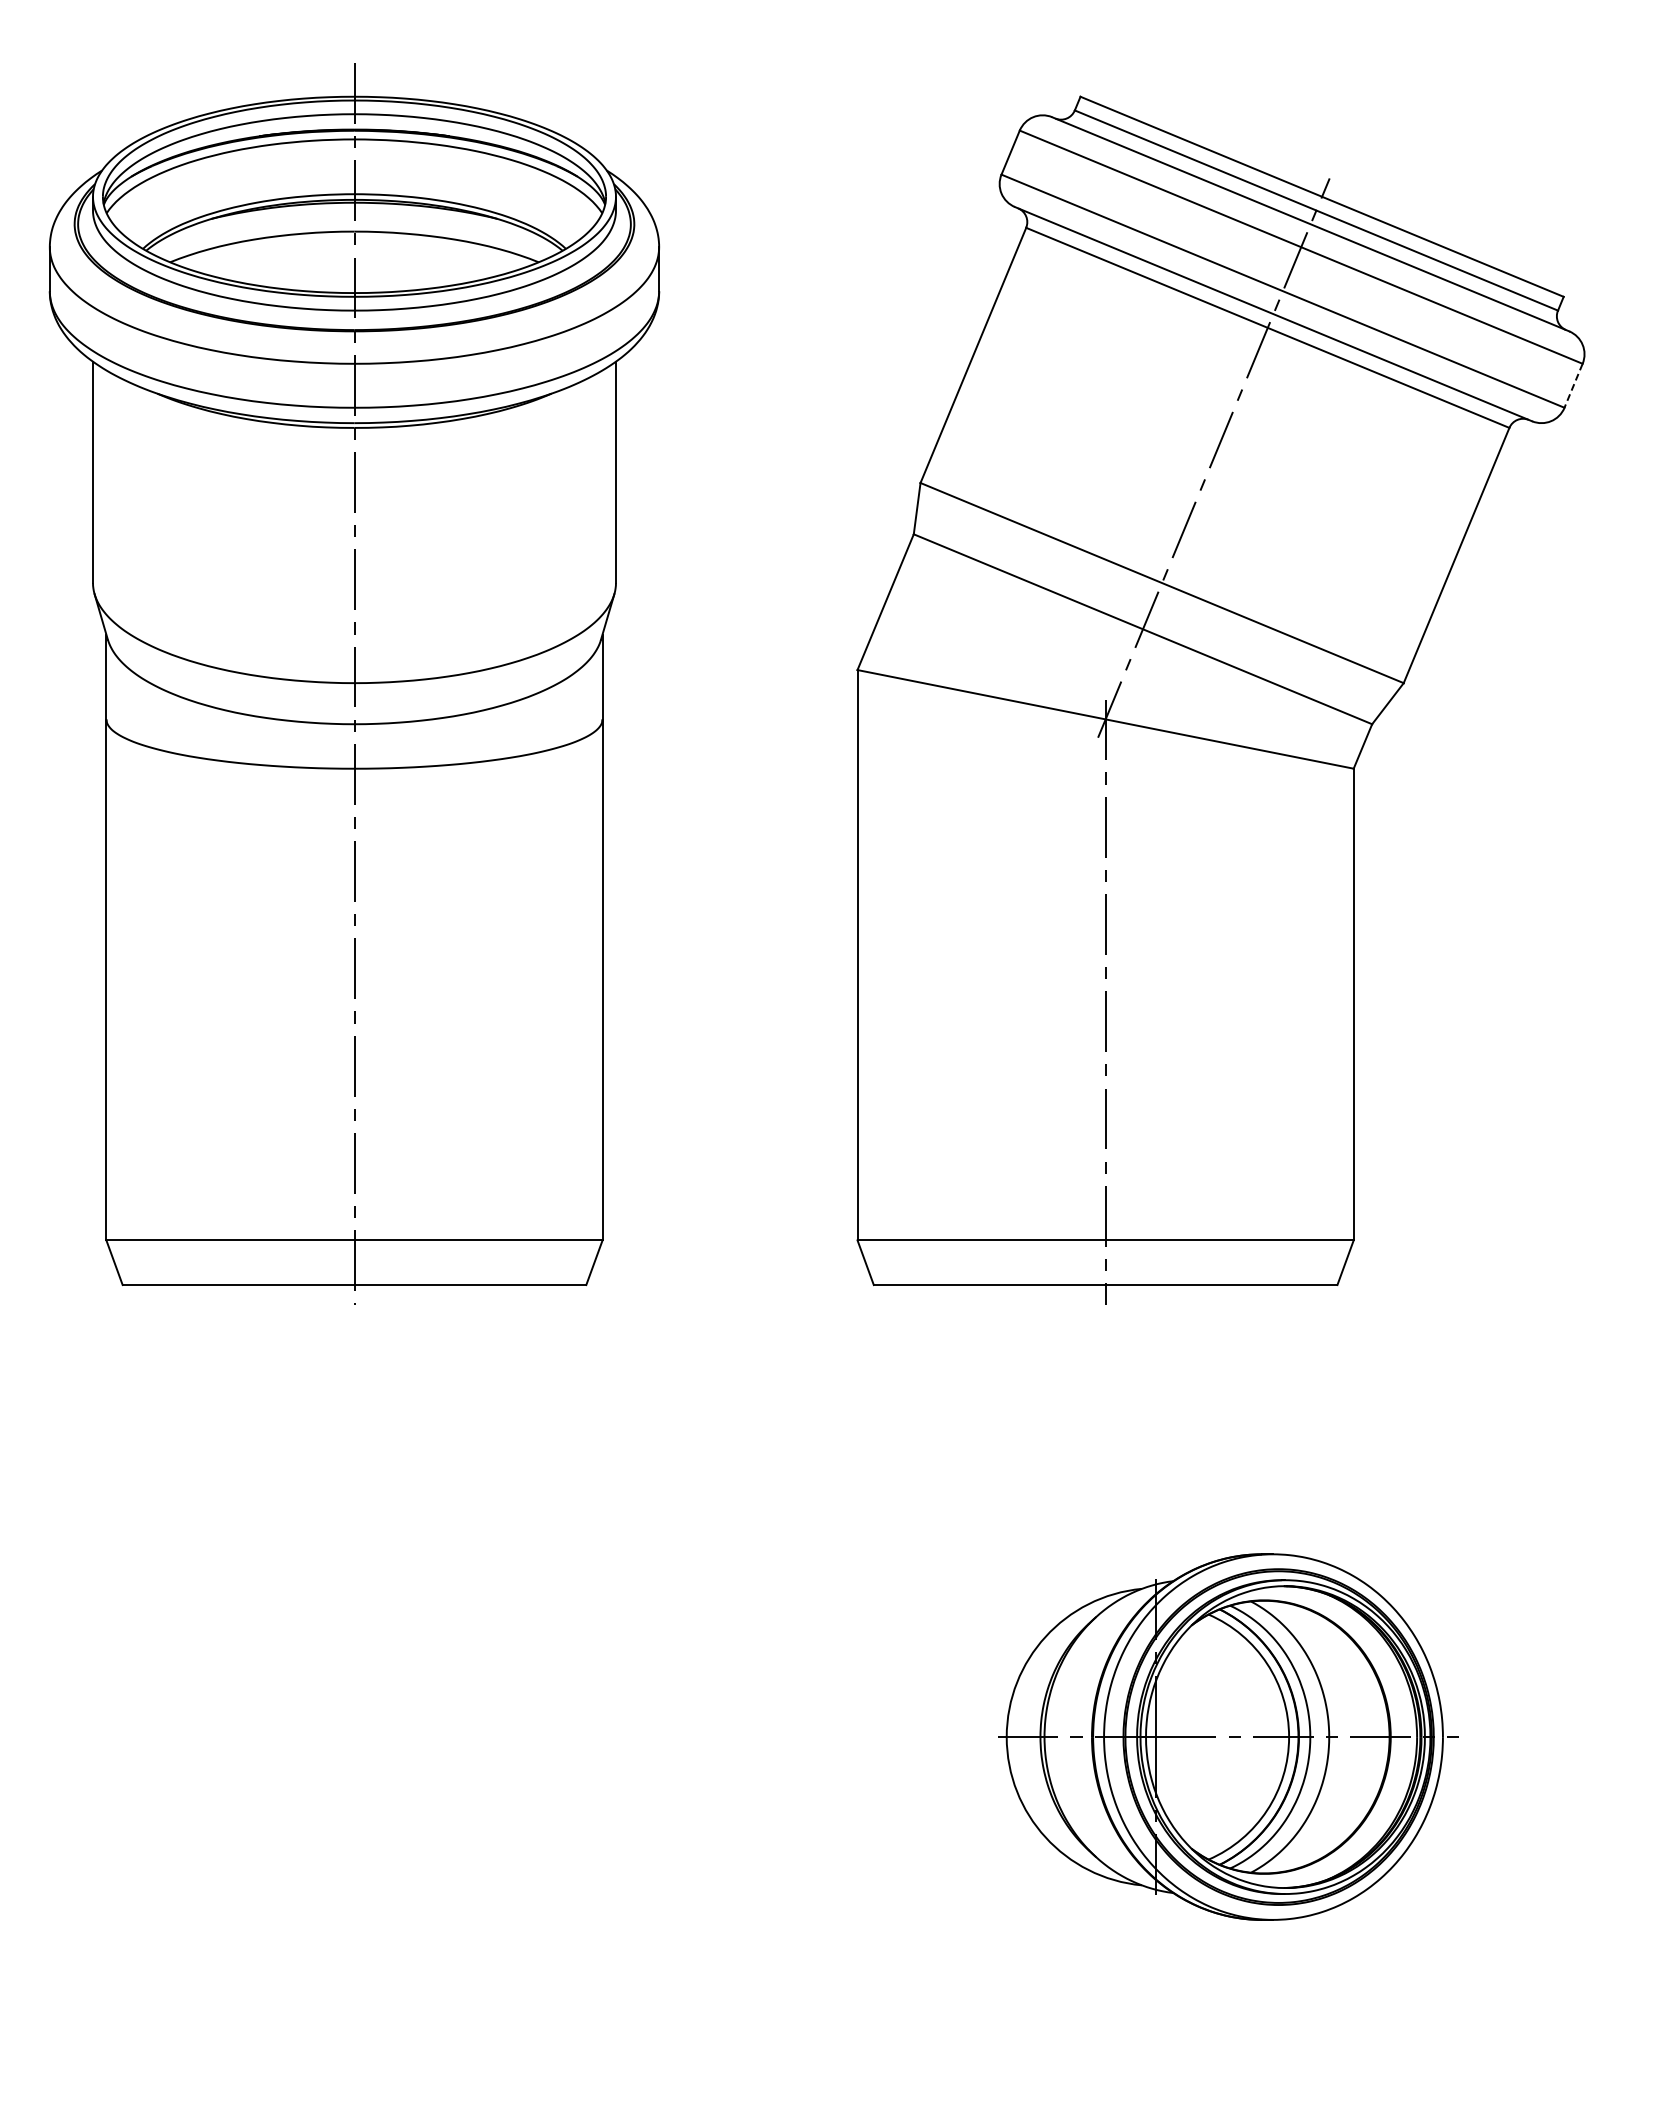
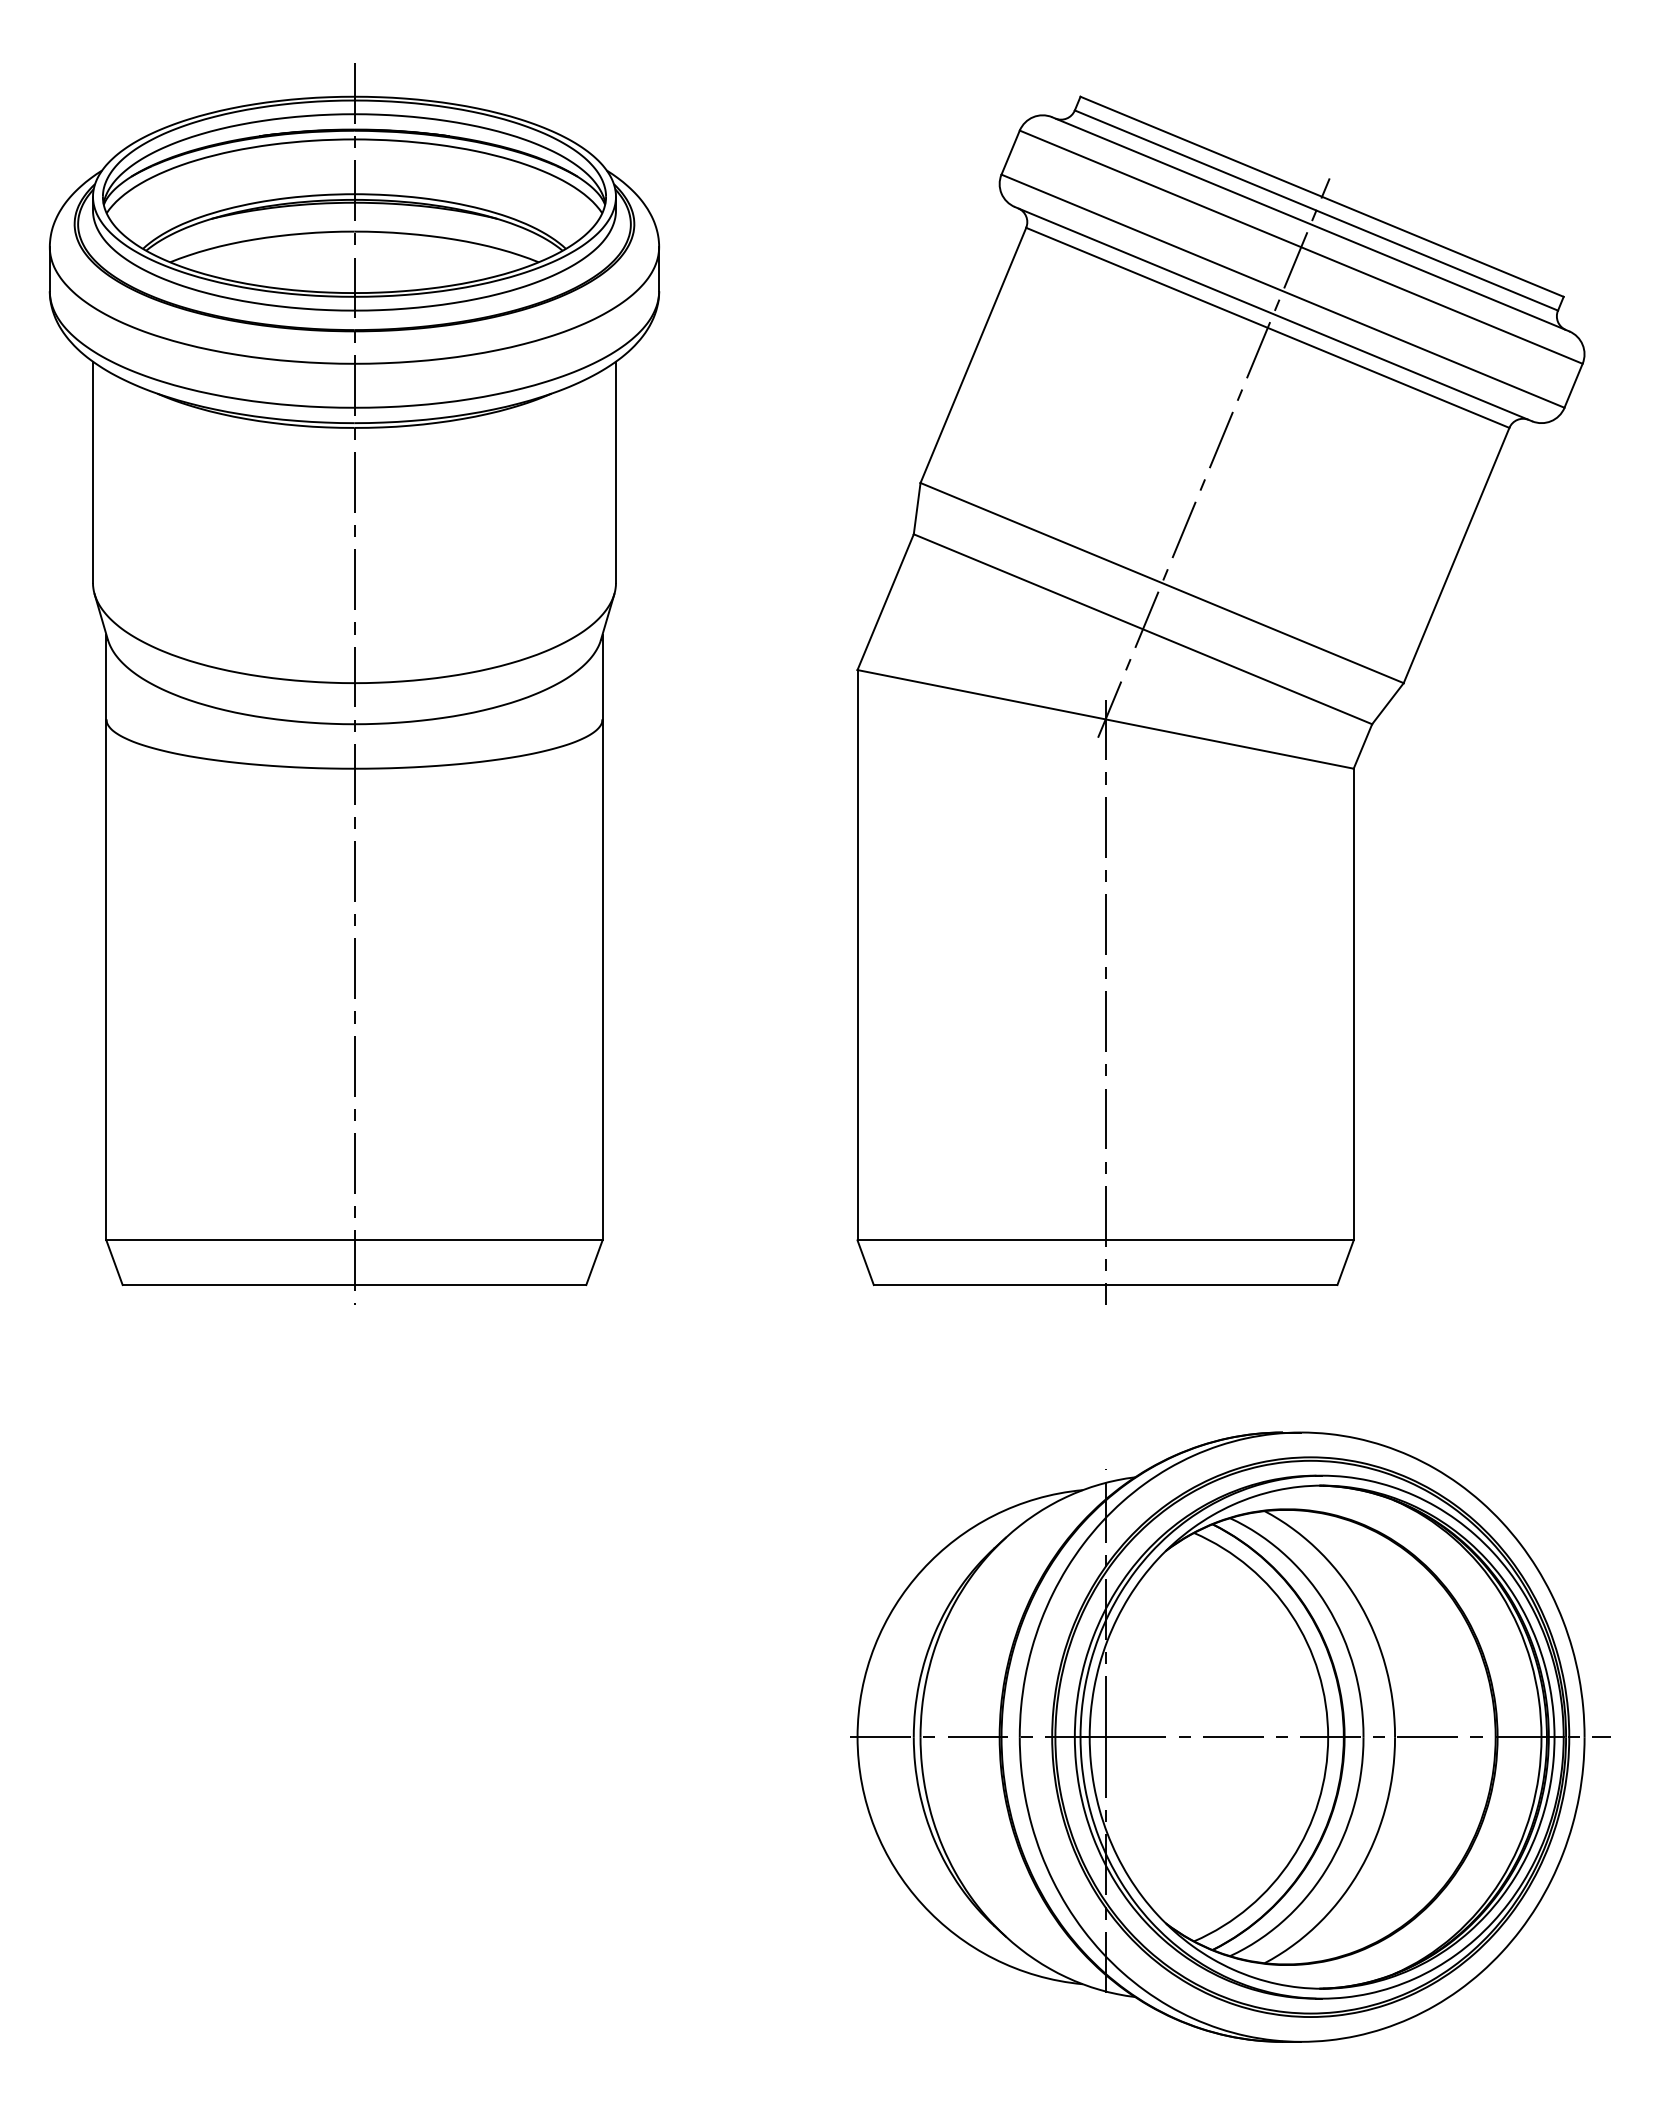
line at (1573, 385): dashed -> solid
part at (1228, 1736) size: 461x368 px -> 761x612 px
